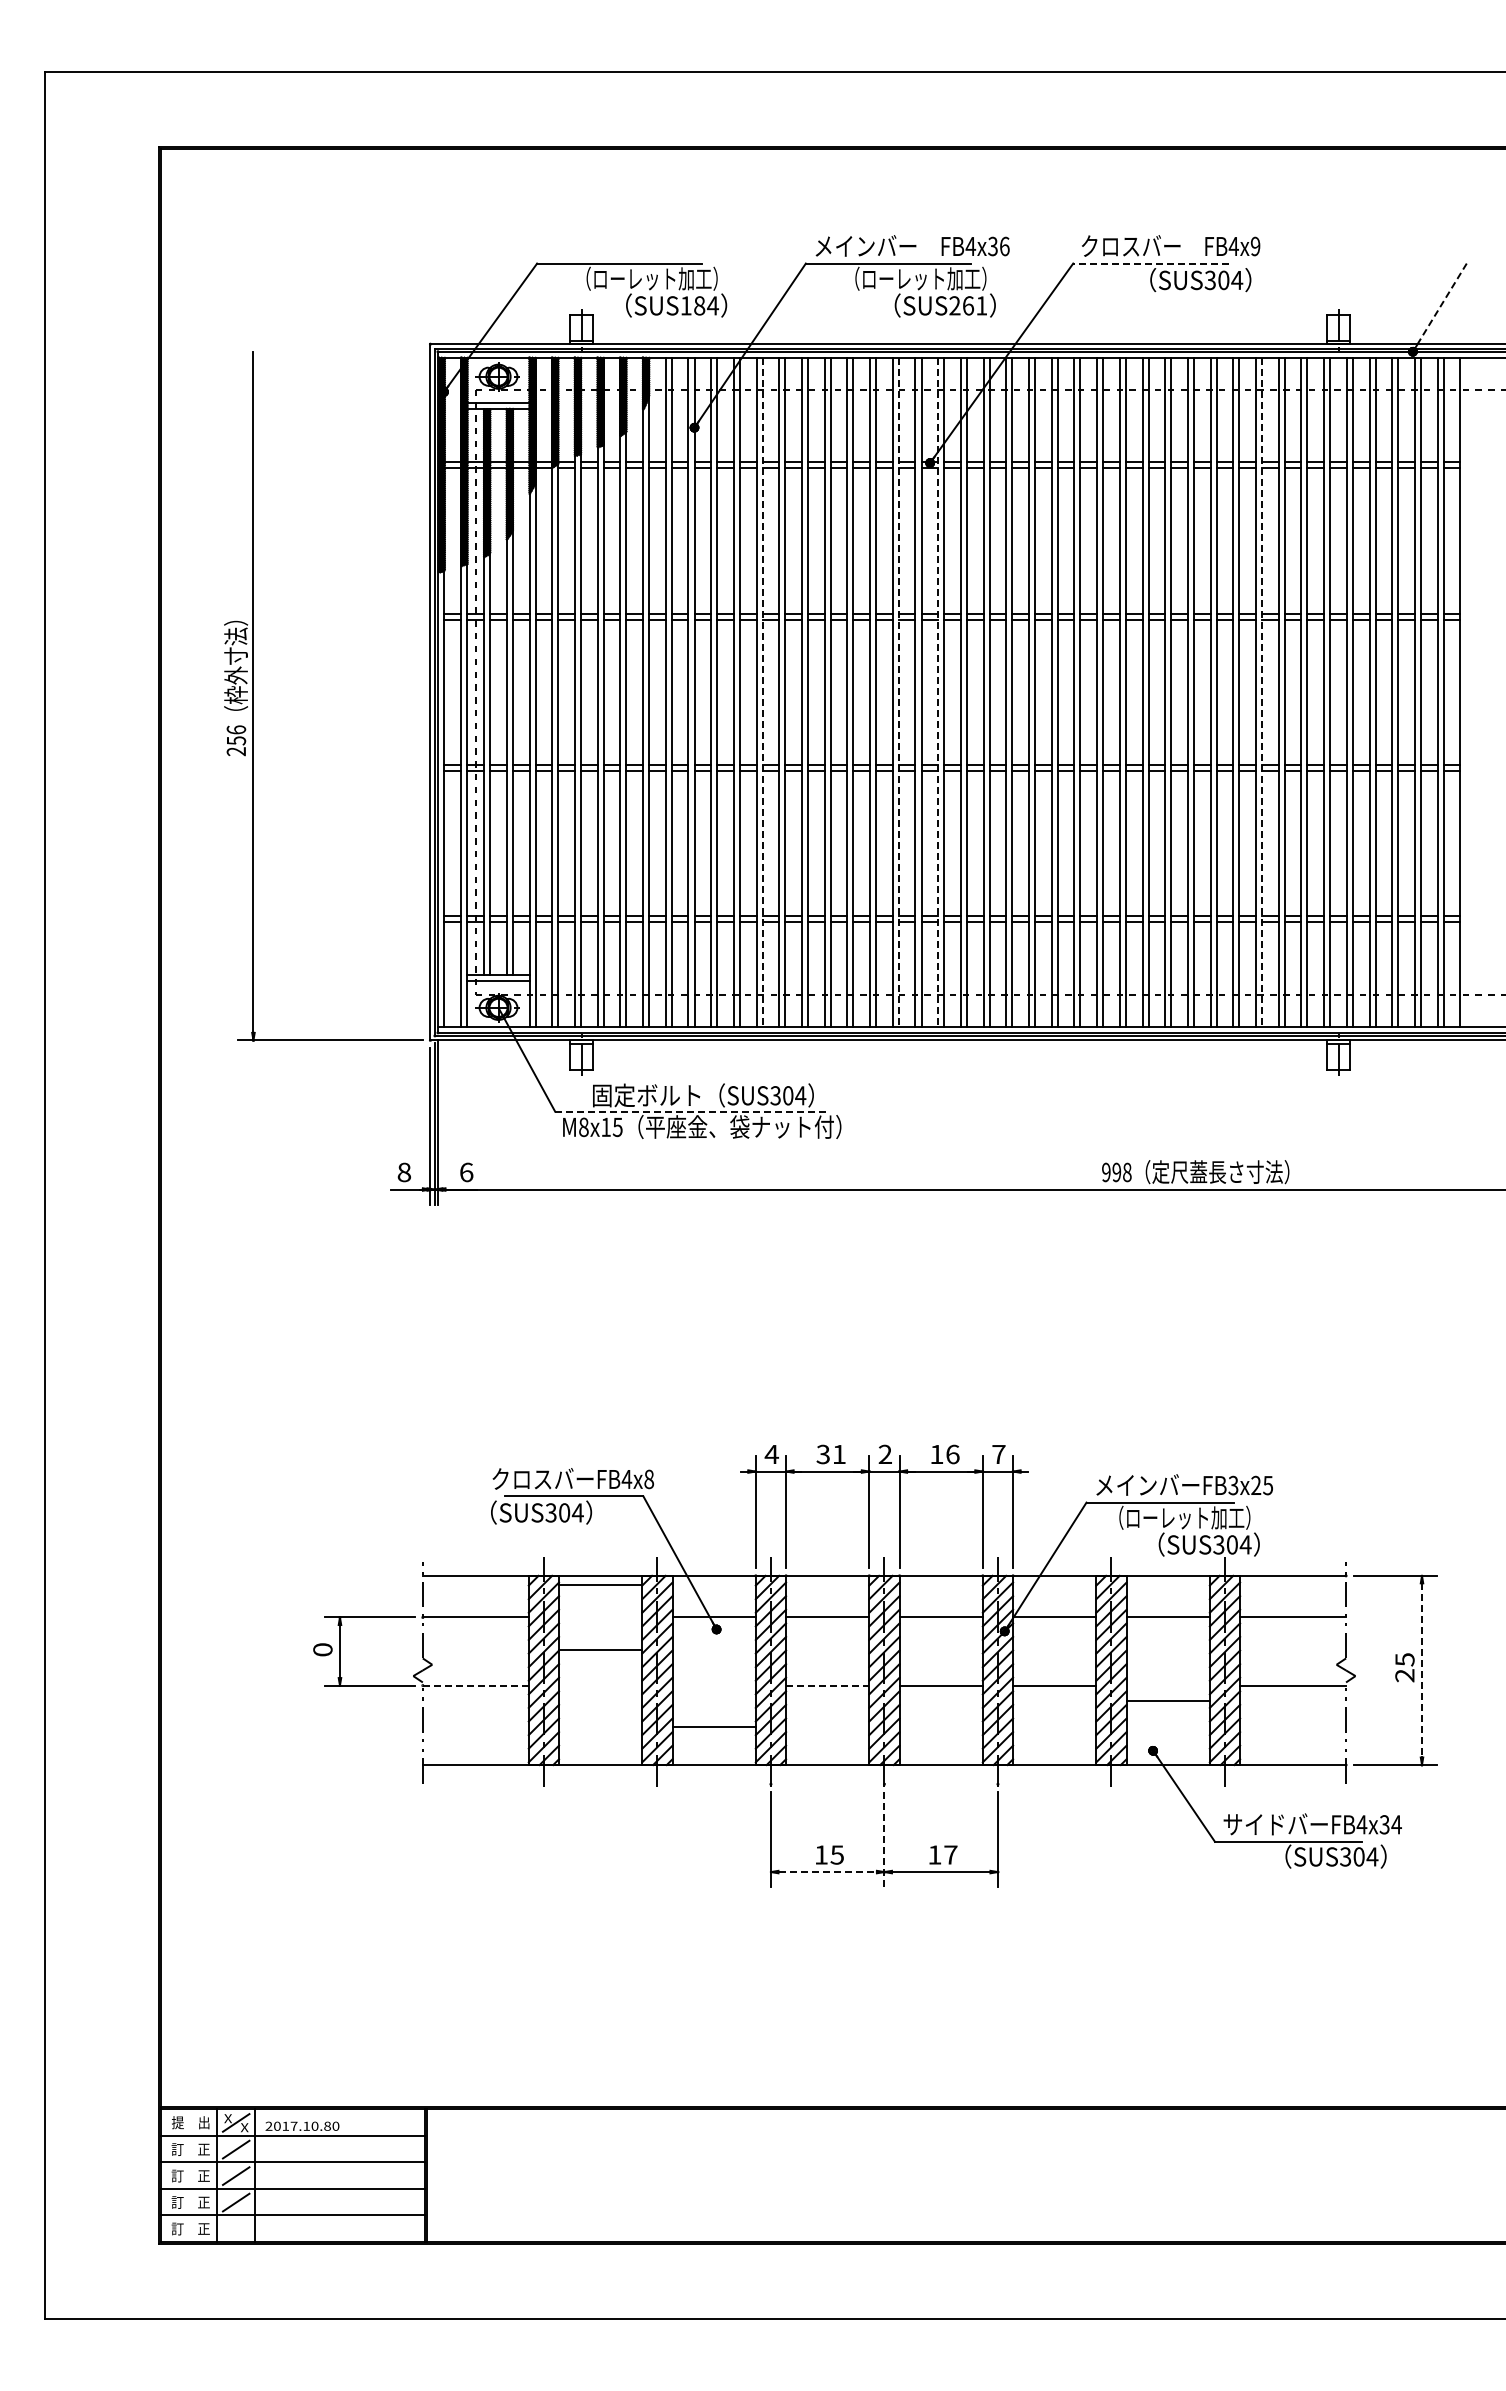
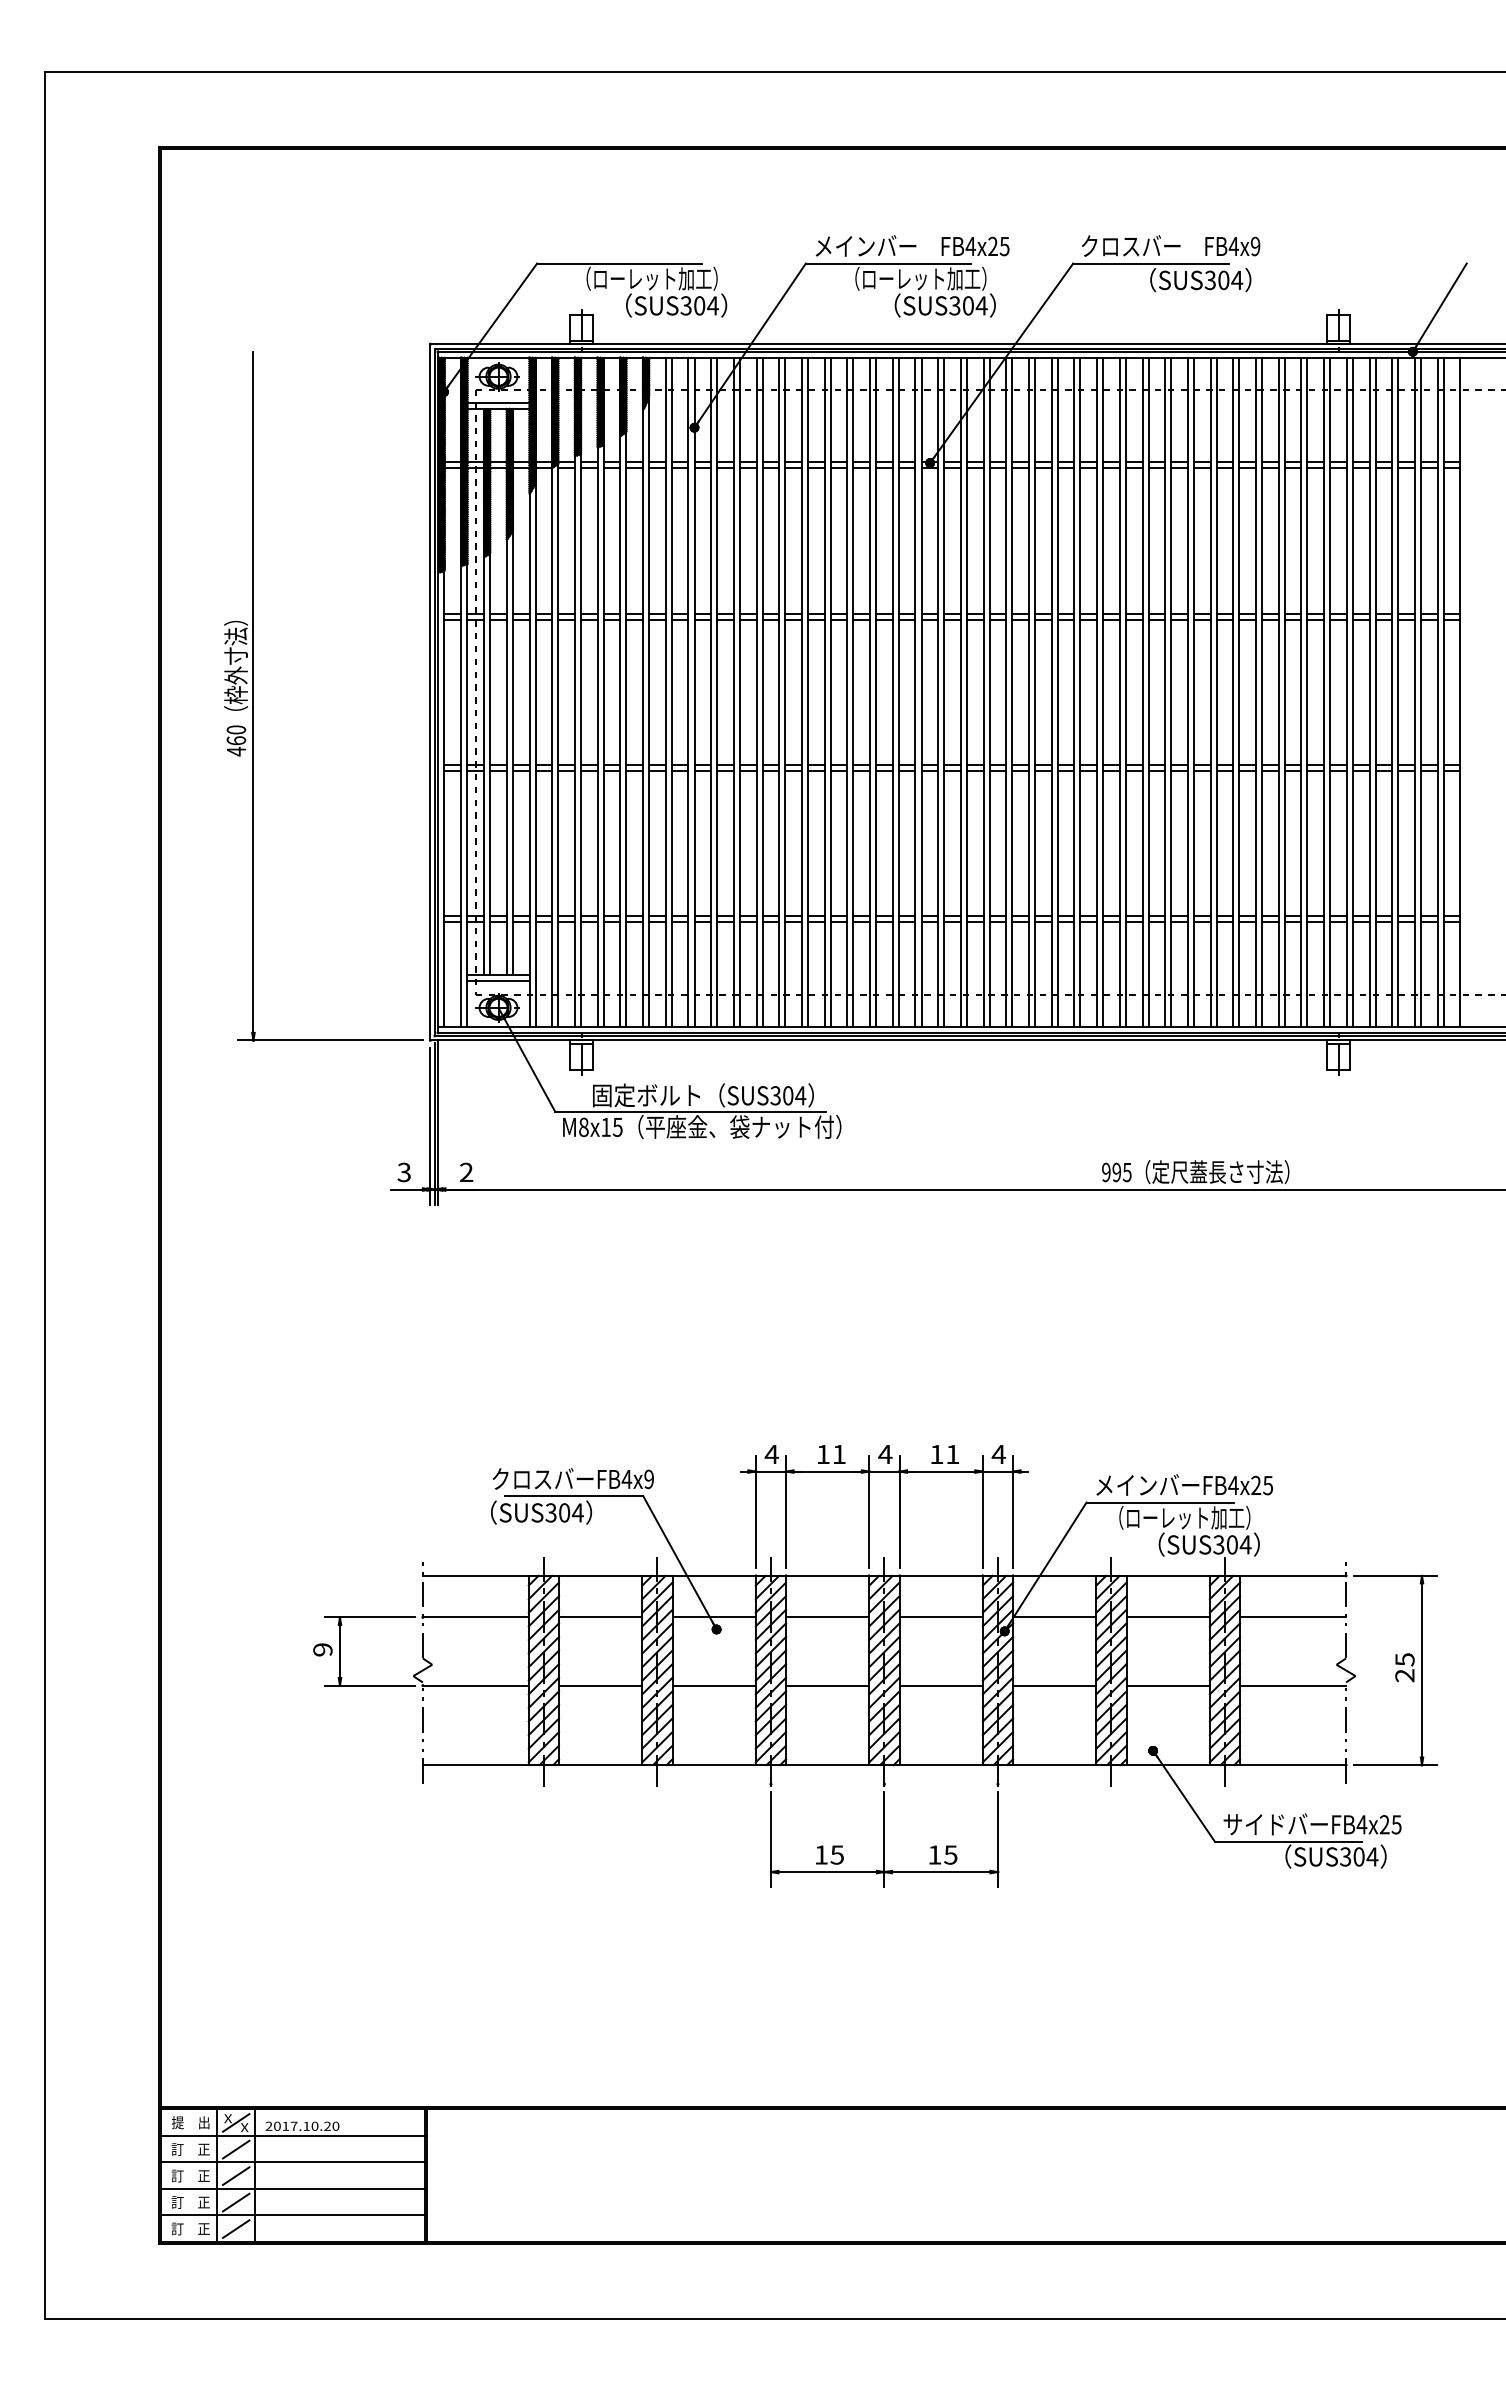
text at (998, 246): FB4x36 -> FB4x25
line at (1150, 263): dashed -> solid
text at (692, 305): SUS184 -> SUS304
text at (968, 305): SUS261 -> SUS304
line at (1440, 307): dashed -> solid
line at (762, 692): dashed -> solid
line at (898, 692): dashed -> solid
line at (938, 692): dashed -> solid
line at (1262, 692): dashed -> solid
text at (236, 740): 256 -> 460
line at (689, 1111): dashed -> solid
text at (404, 1172): 8 -> 3
text at (466, 1172): 6 -> 2
text at (1126, 1172): 998 -> 995
text at (885, 1453): 2 -> 4
text at (822, 1454): 31 -> 11
text at (952, 1454): 16 -> 11
text at (998, 1454): 7 -> 4
text at (649, 1479): FB4x8 -> FB4x9
text at (1233, 1485): FB3x25 -> FB4x25
line at (600, 1585) position: (600, 1585) -> (600, 1617)
text at (322, 1649): 0 -> 9
line at (600, 1649) position: (600, 1649) -> (600, 1685)
line at (1422, 1670): dashed -> solid
line at (475, 1685): dashed -> solid
line at (827, 1685): dashed -> solid
line at (1167, 1700) position: (1167, 1700) -> (1167, 1685)
line at (713, 1726) position: (713, 1726) -> (713, 1685)
text at (1390, 1824): FB4x34 -> FB4x25
line at (884, 1839): dashed -> solid
text at (950, 1854): 17 -> 15
line at (828, 1872): dashed -> solid
text at (327, 2125): 2017.10.80 -> 2017.10.20
line at (235, 2228): none -> present
